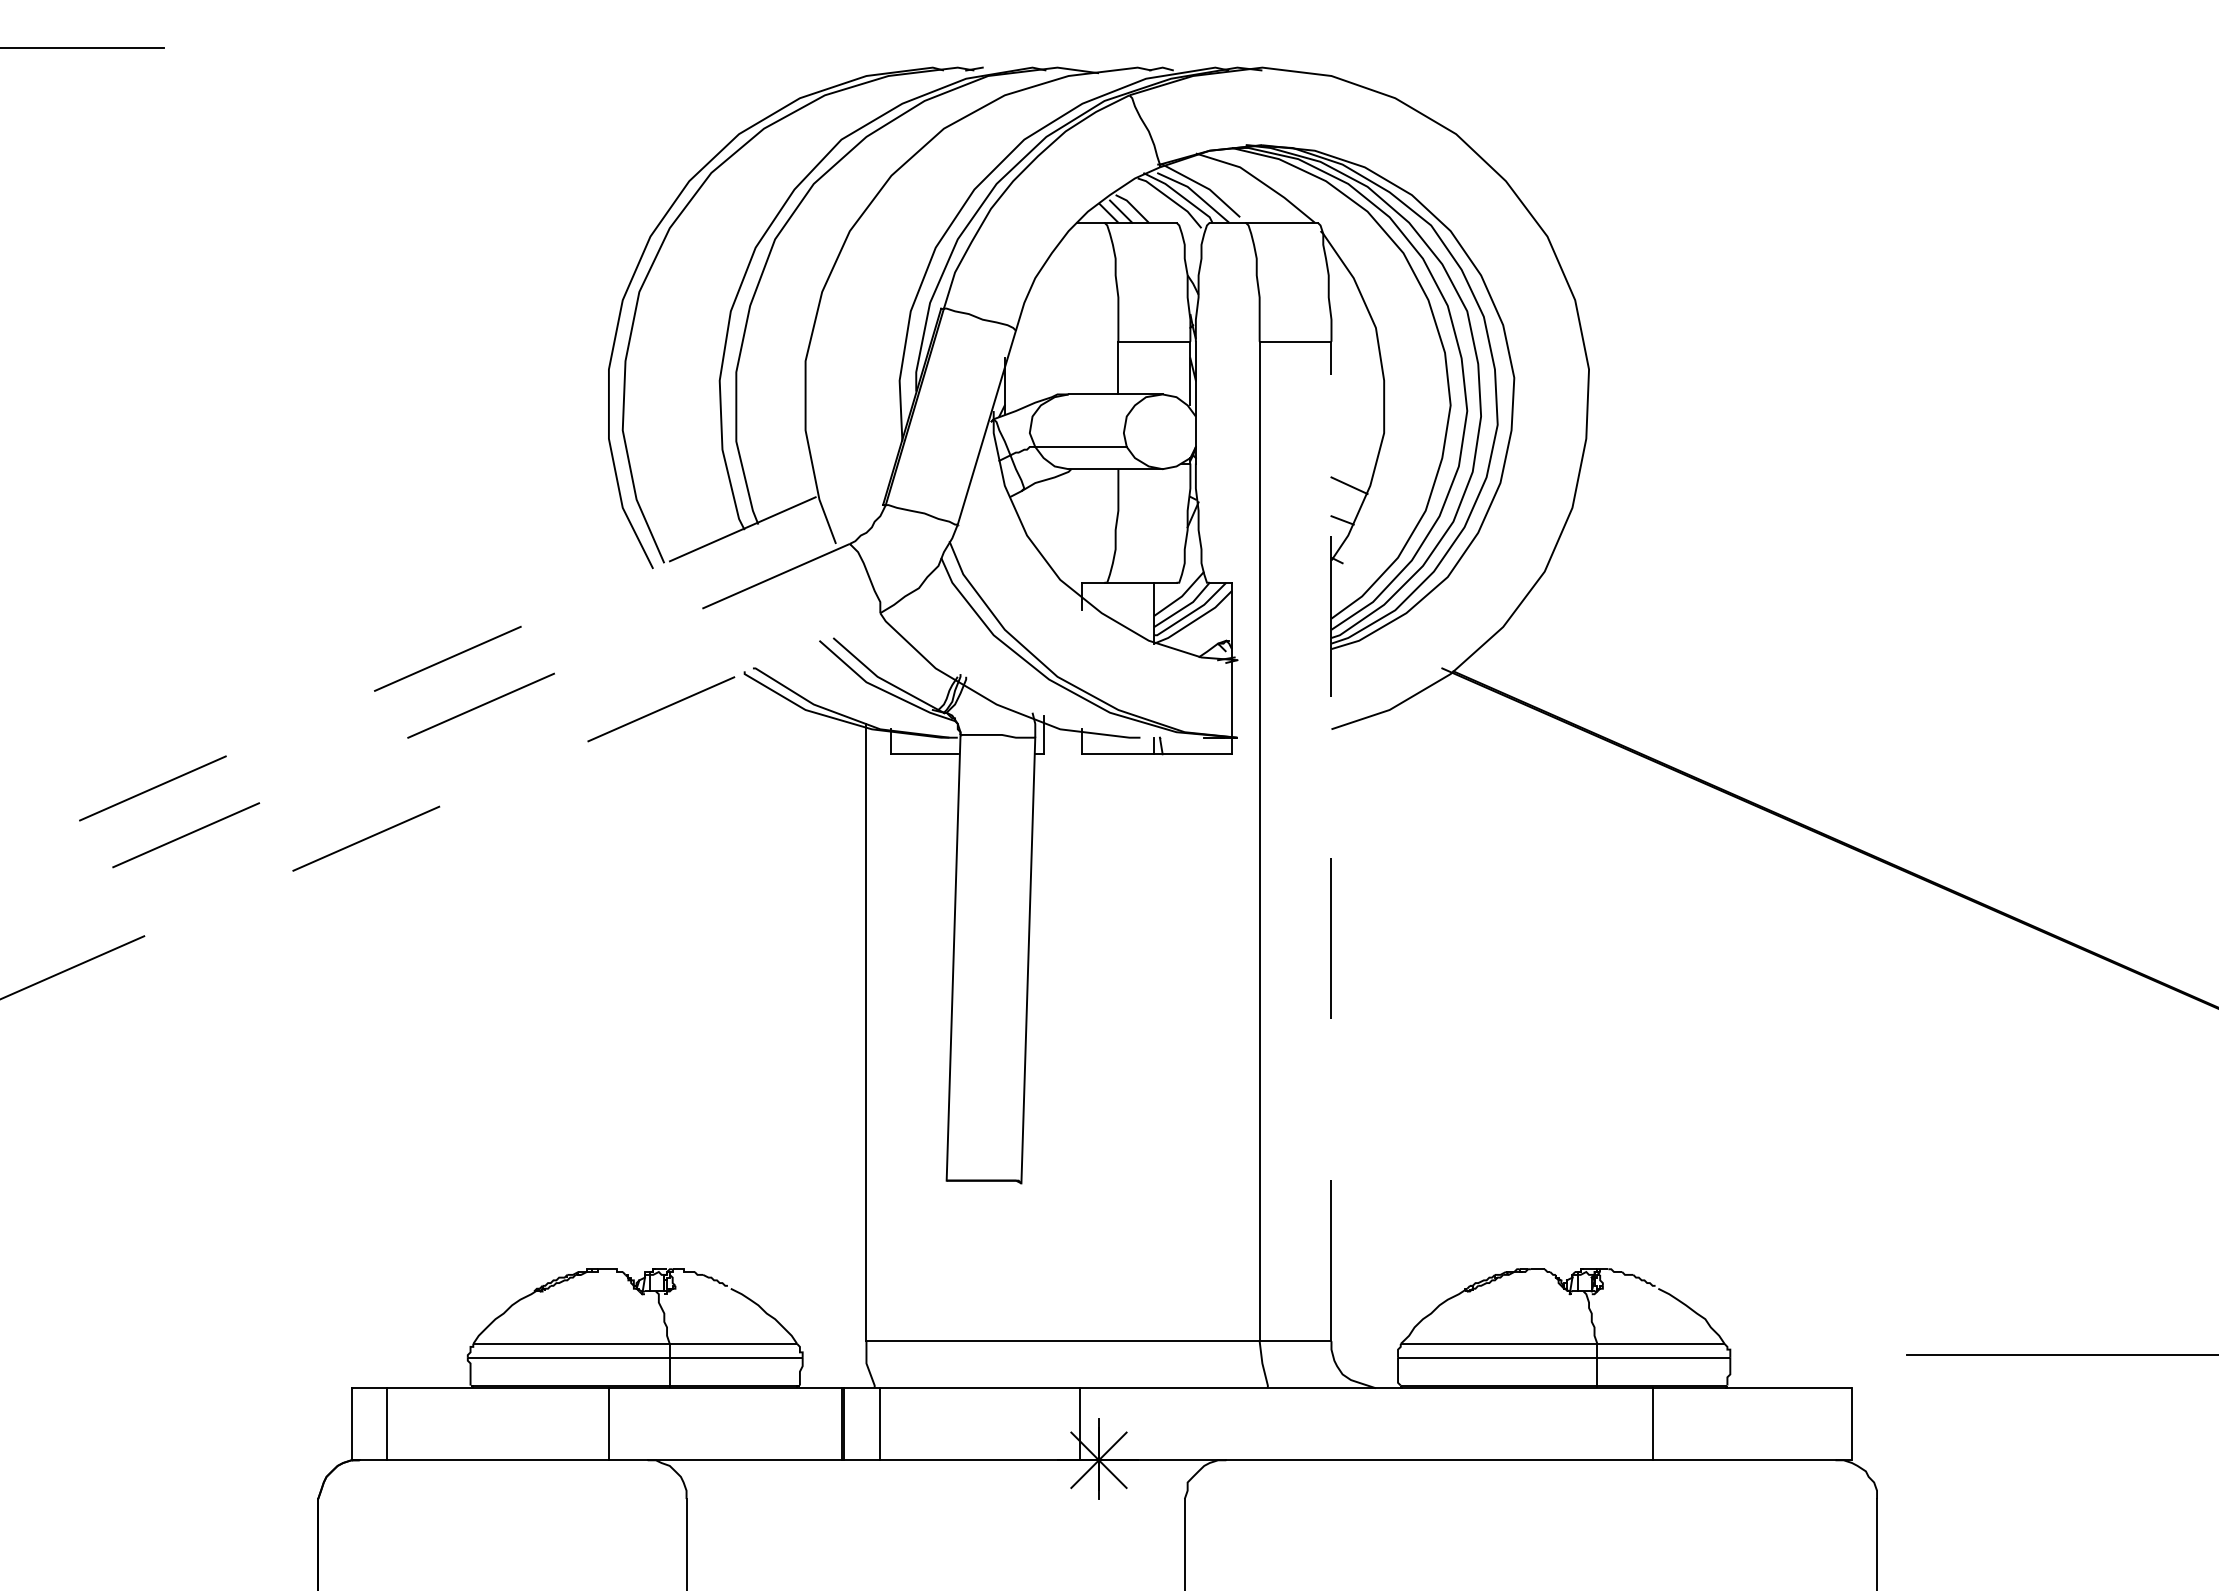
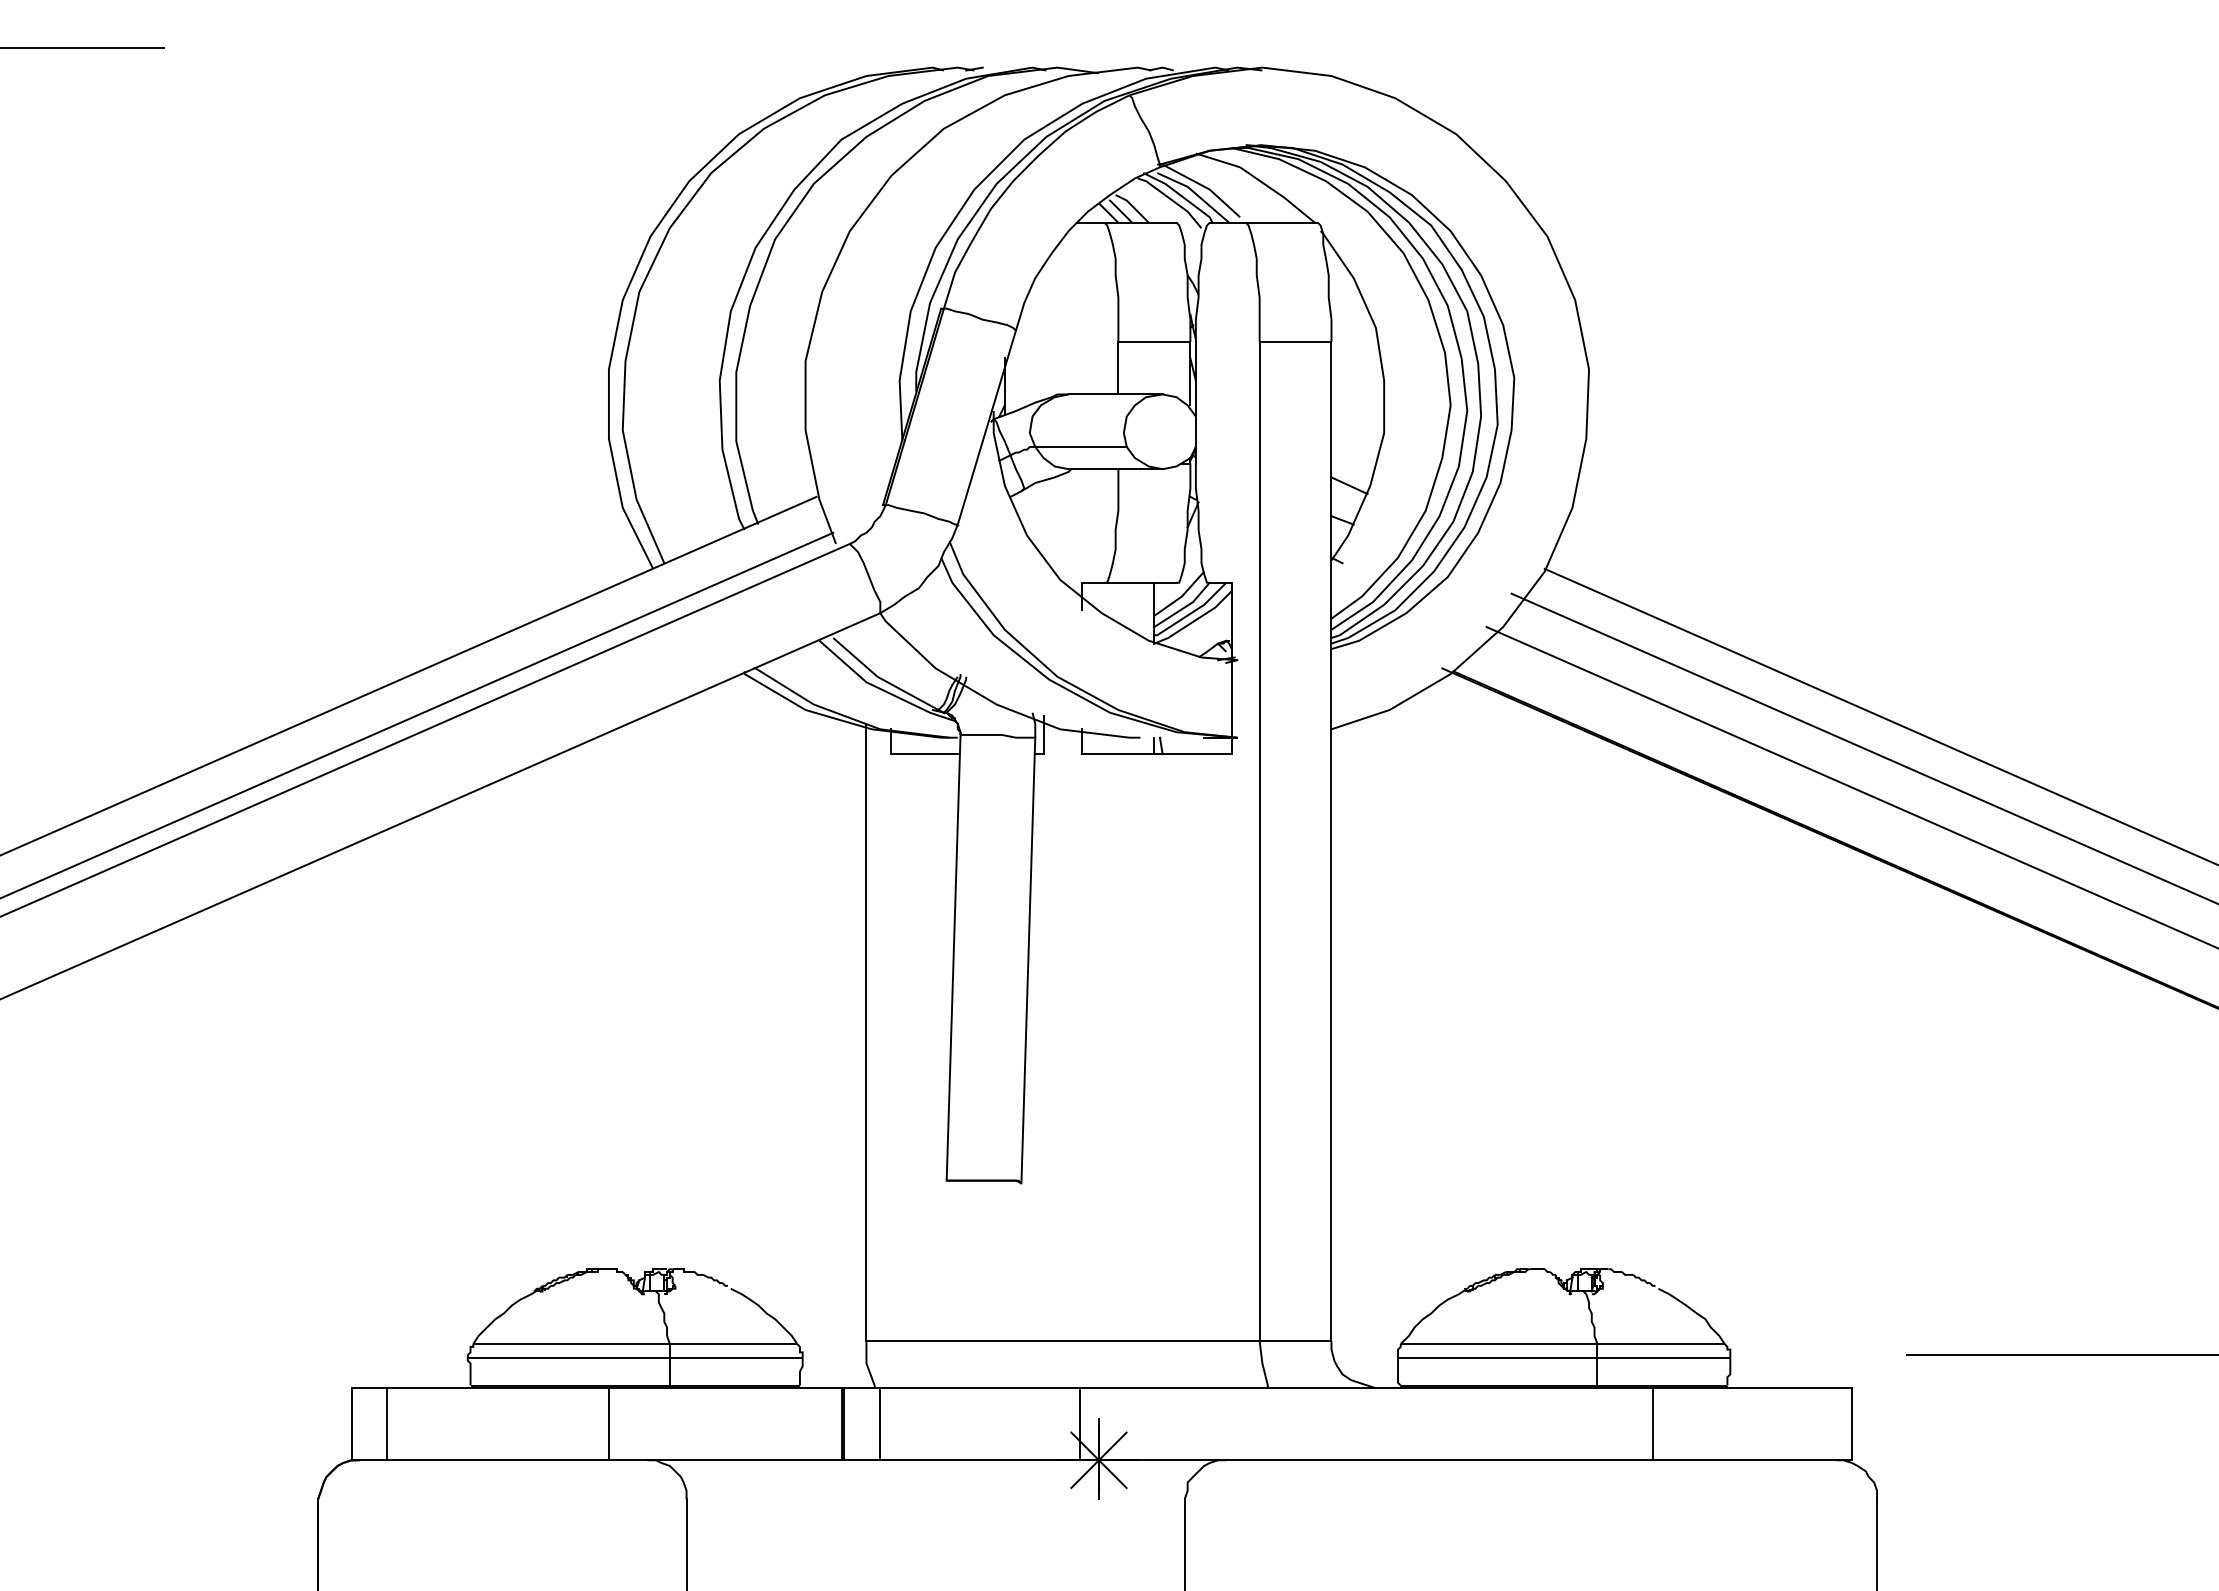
line at (408, 676): dashed -> solid
line at (417, 714): none -> present
line at (1879, 716): none -> present
line at (425, 730): dashed -> solid
line at (1863, 747): none -> present
line at (1850, 787): none -> present
line at (440, 806): dashed -> solid
line at (1331, 841): dashed -> solid
